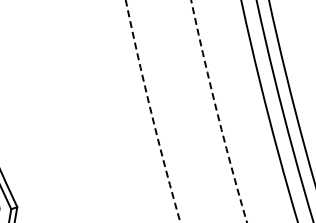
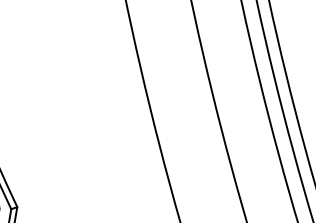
circle at (152, 111): dashed -> solid
circle at (218, 111): dashed -> solid
